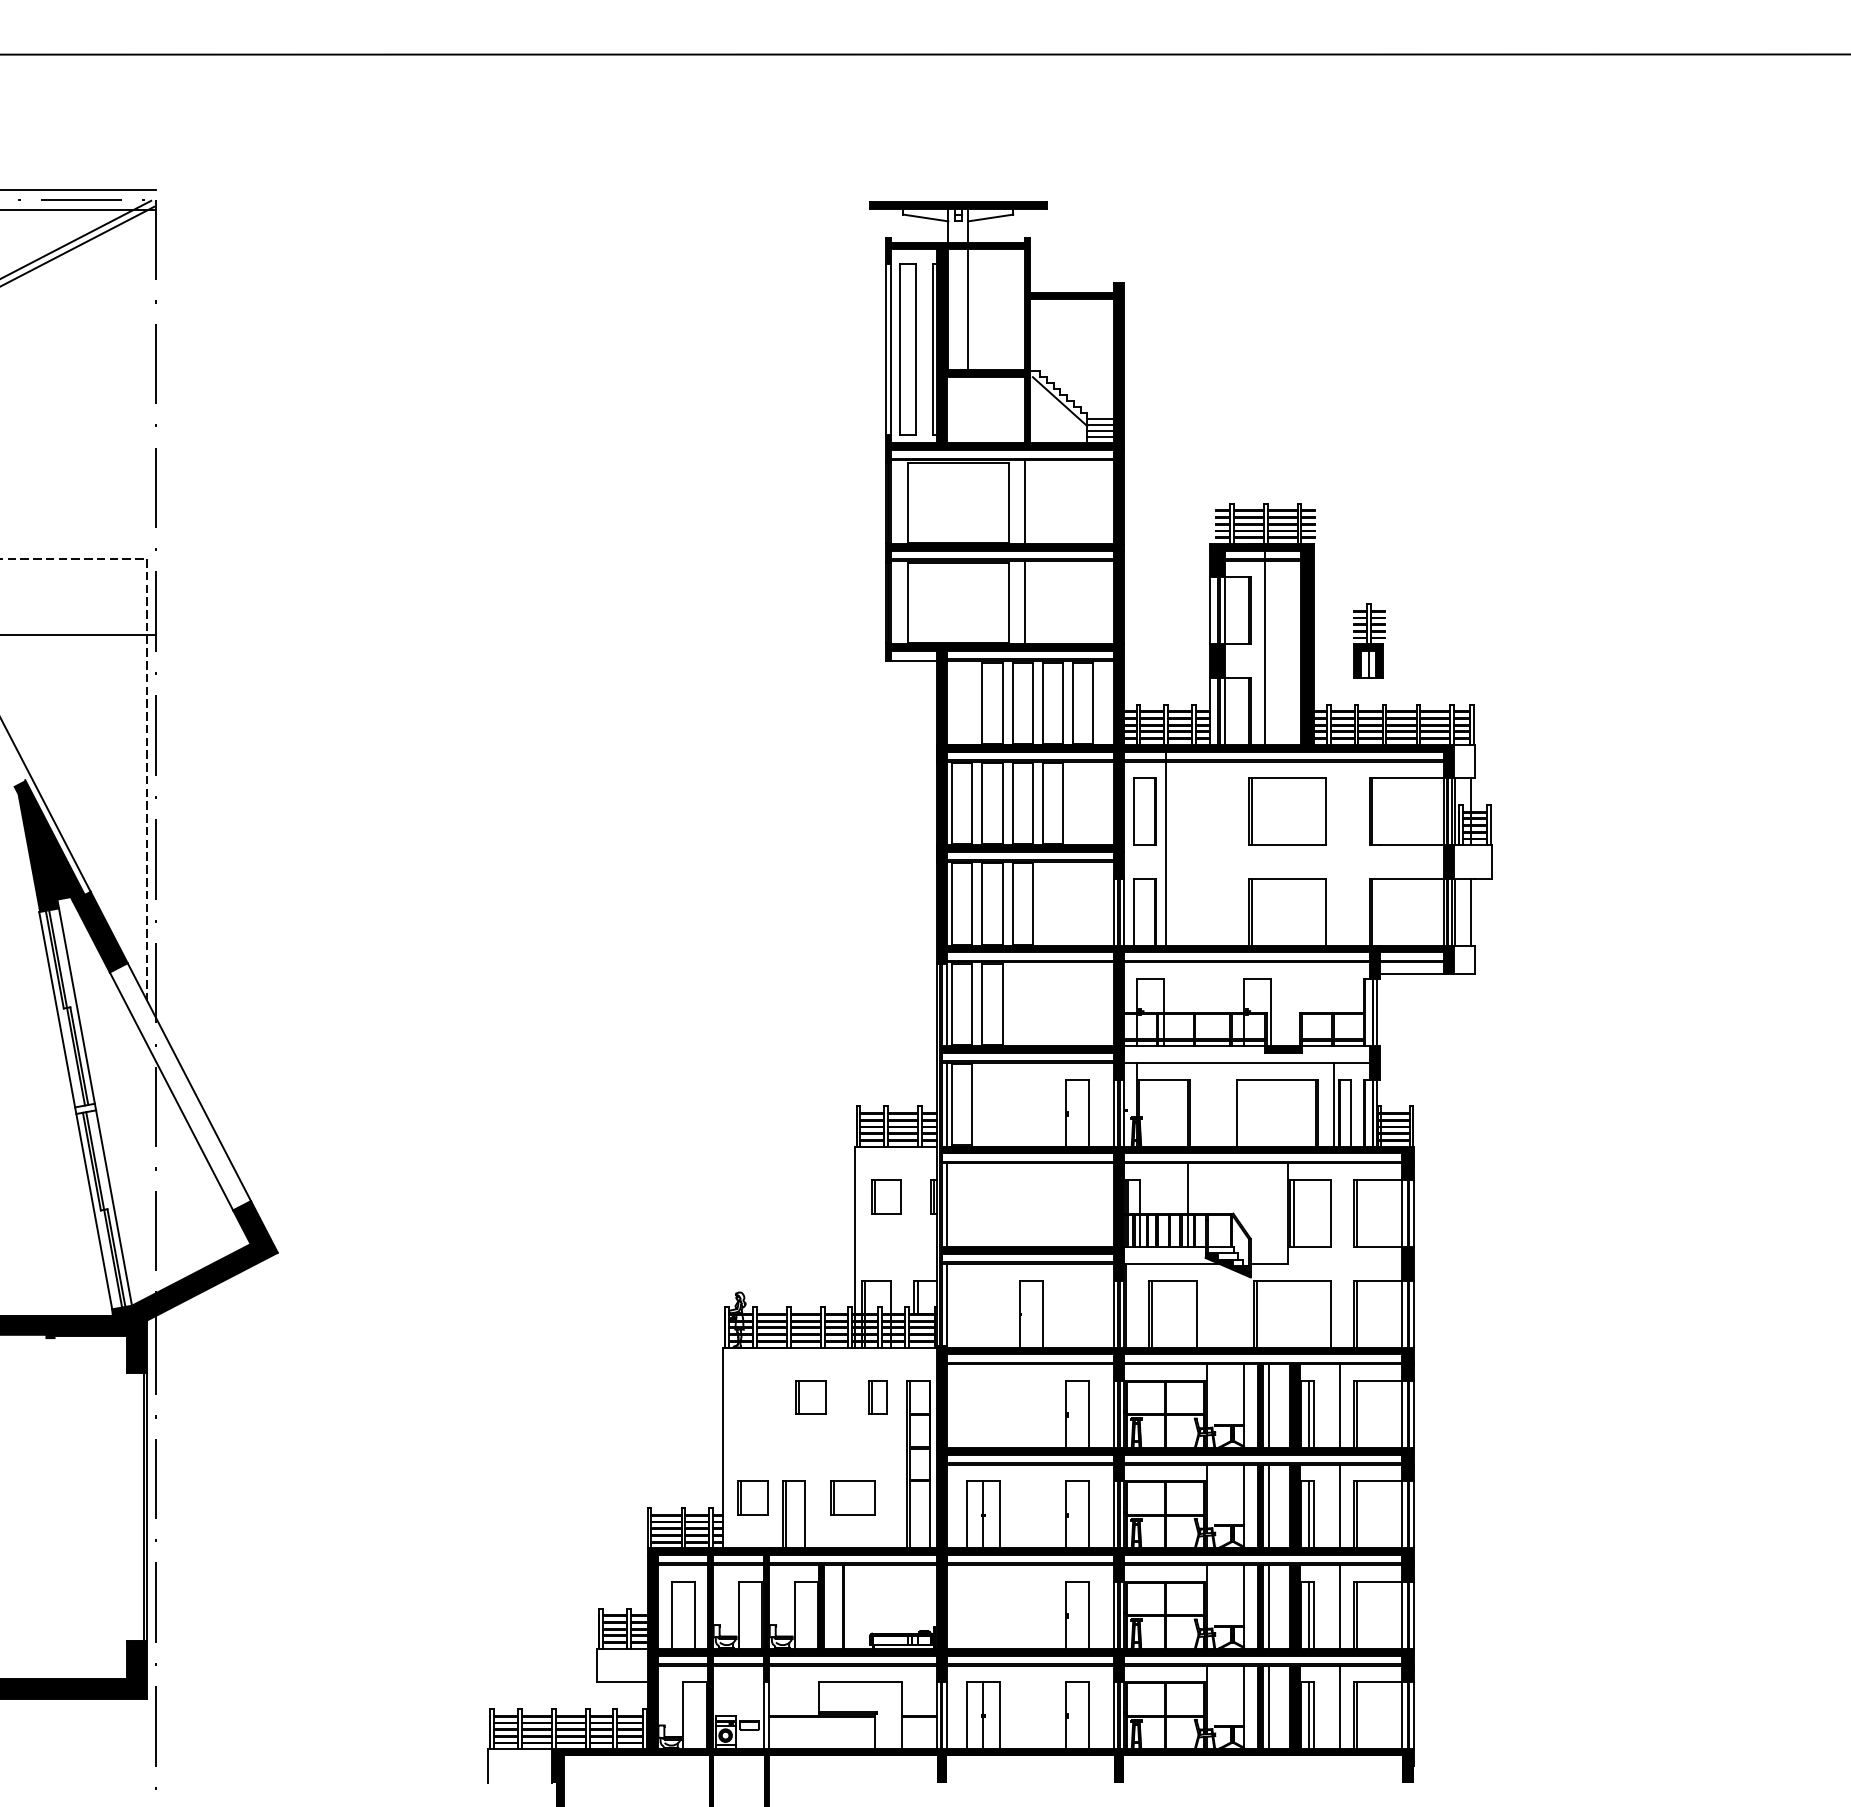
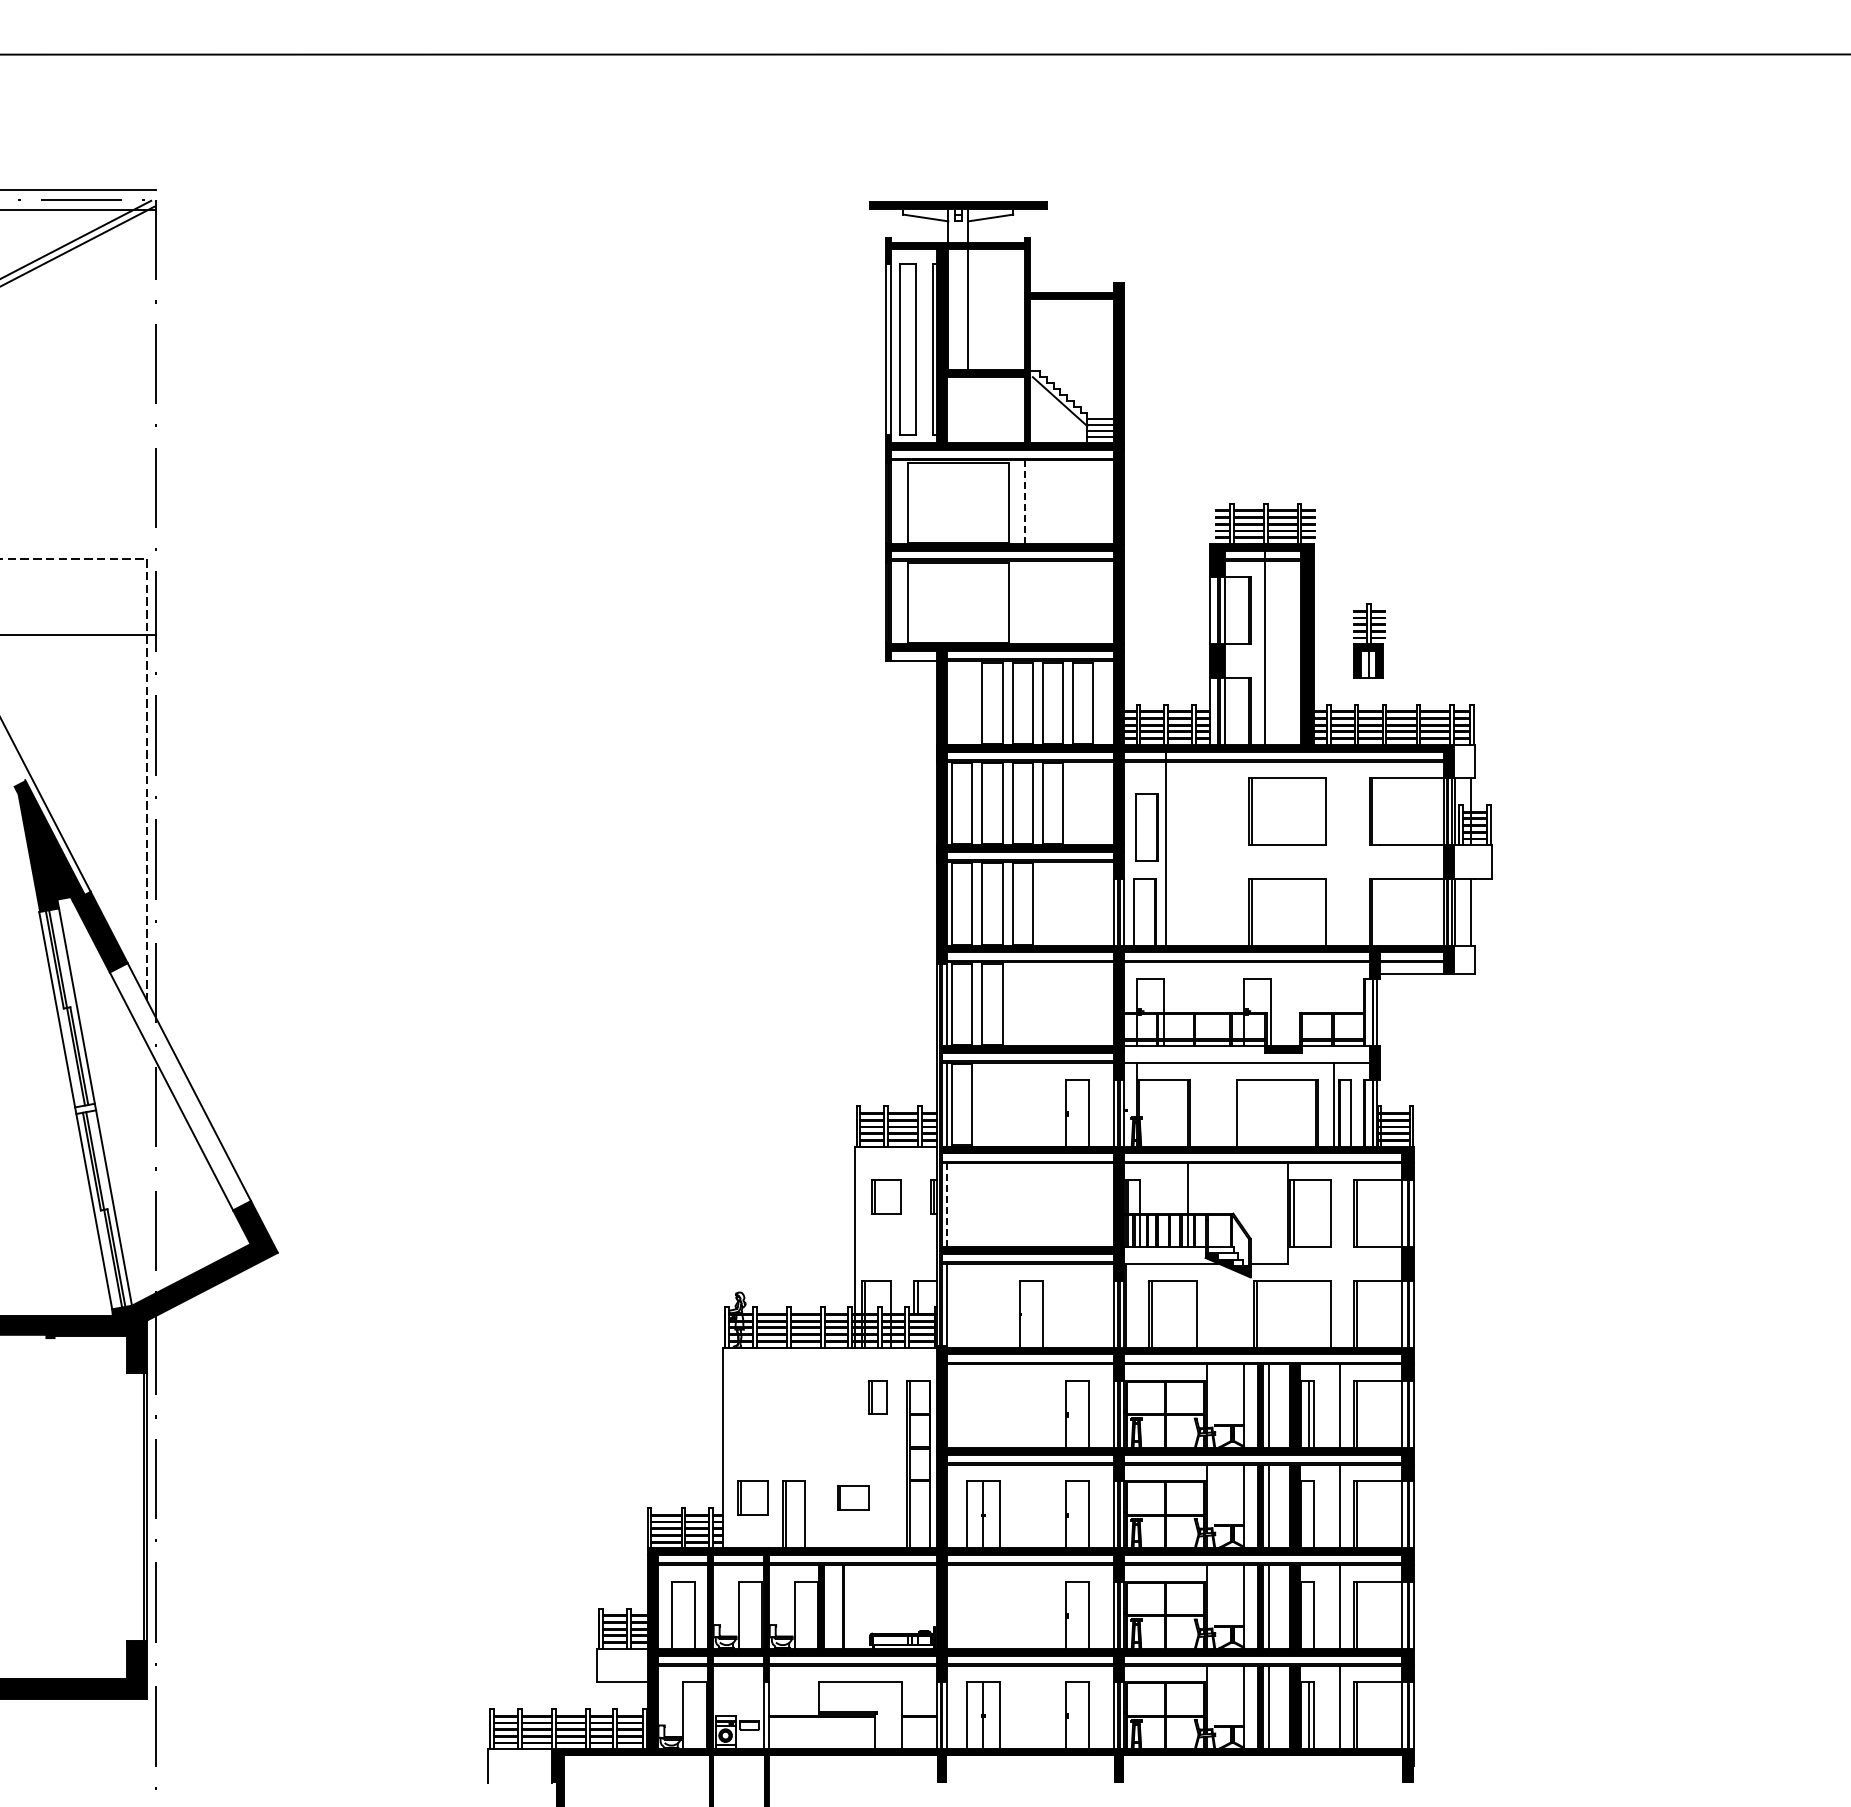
line at (1025, 502): solid -> dashed
line at (1025, 602): present -> none
part at (1144, 811) position: (1144, 811) -> (1146, 827)
line at (946, 1205): solid -> dashed
part at (810, 1397): present -> none
part at (852, 1497) size: 46x36 px -> 33x26 px
line at (1309, 1514): present -> none
line at (1309, 1614): present -> none
